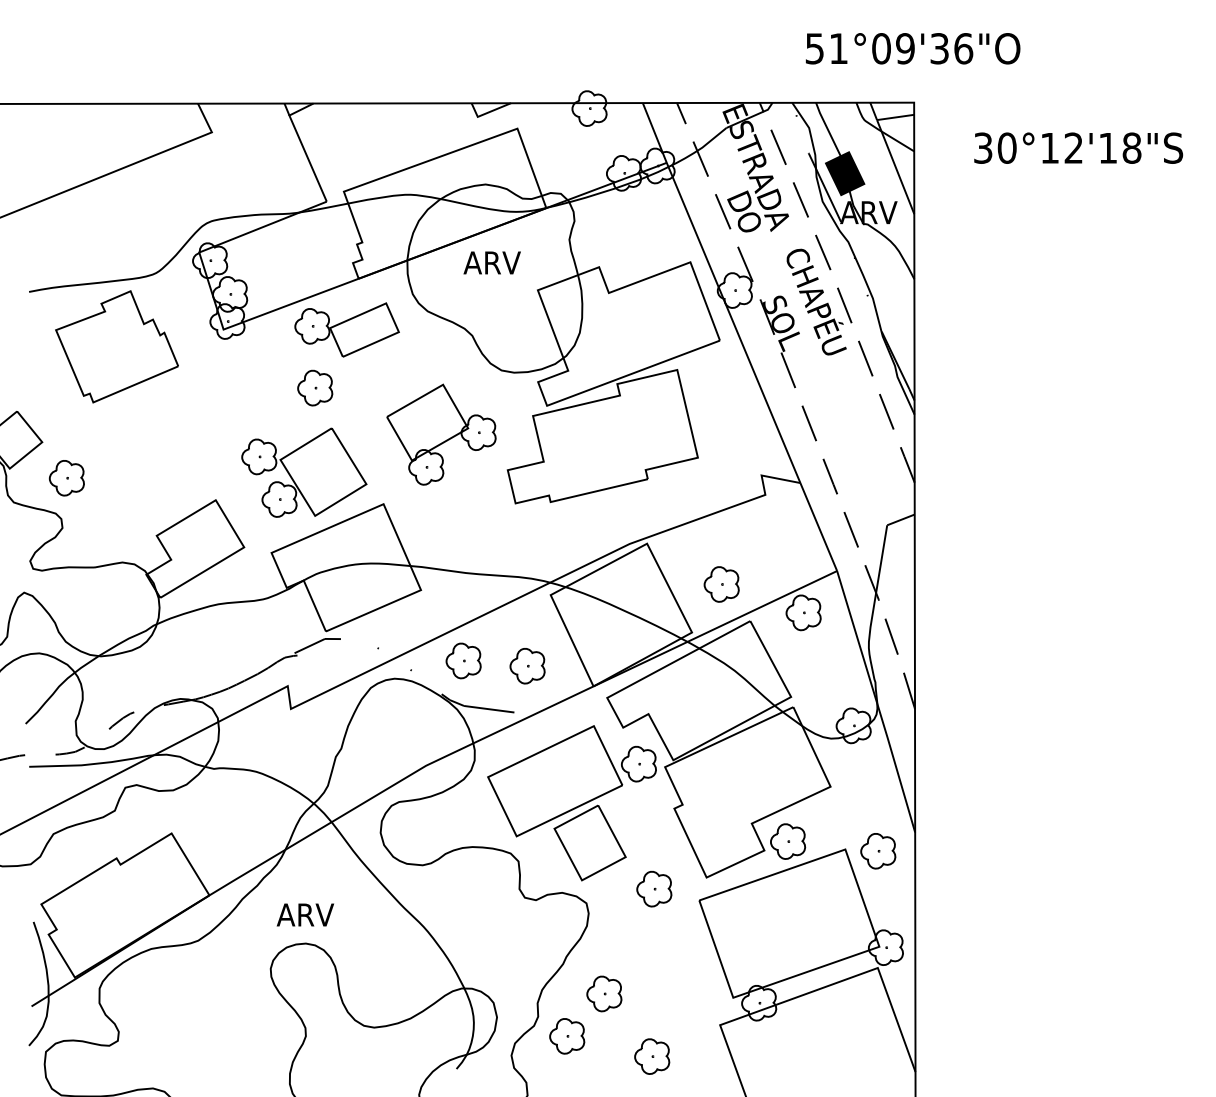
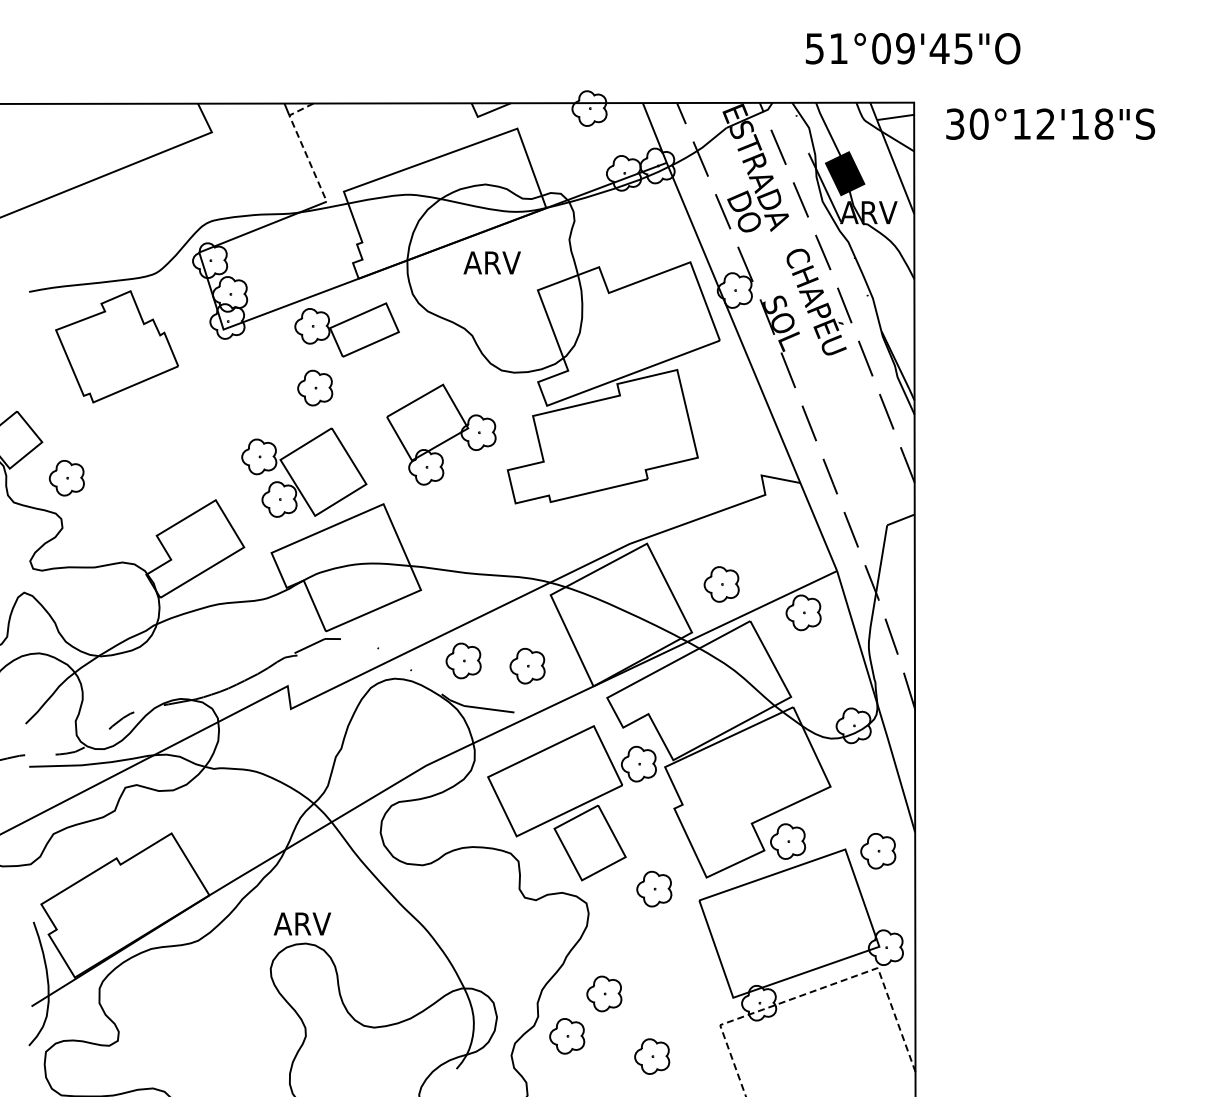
text at (951, 48): 51°09'36"O -> 51°09'45"O
line at (302, 145): solid -> dashed
text at (1078, 147) position: (1078, 147) -> (1050, 123)
text at (304, 914) position: (304, 914) -> (301, 923)
line at (814, 990): solid -> dashed
